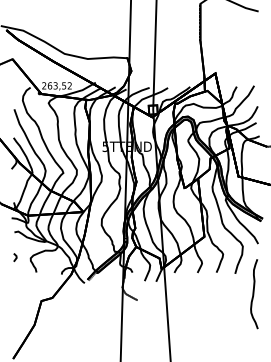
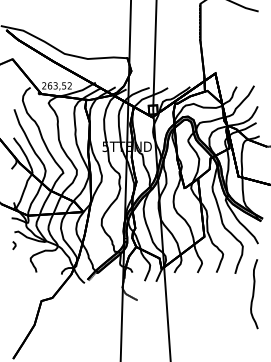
line at (15, 257) position: (15, 257) -> (14, 245)
